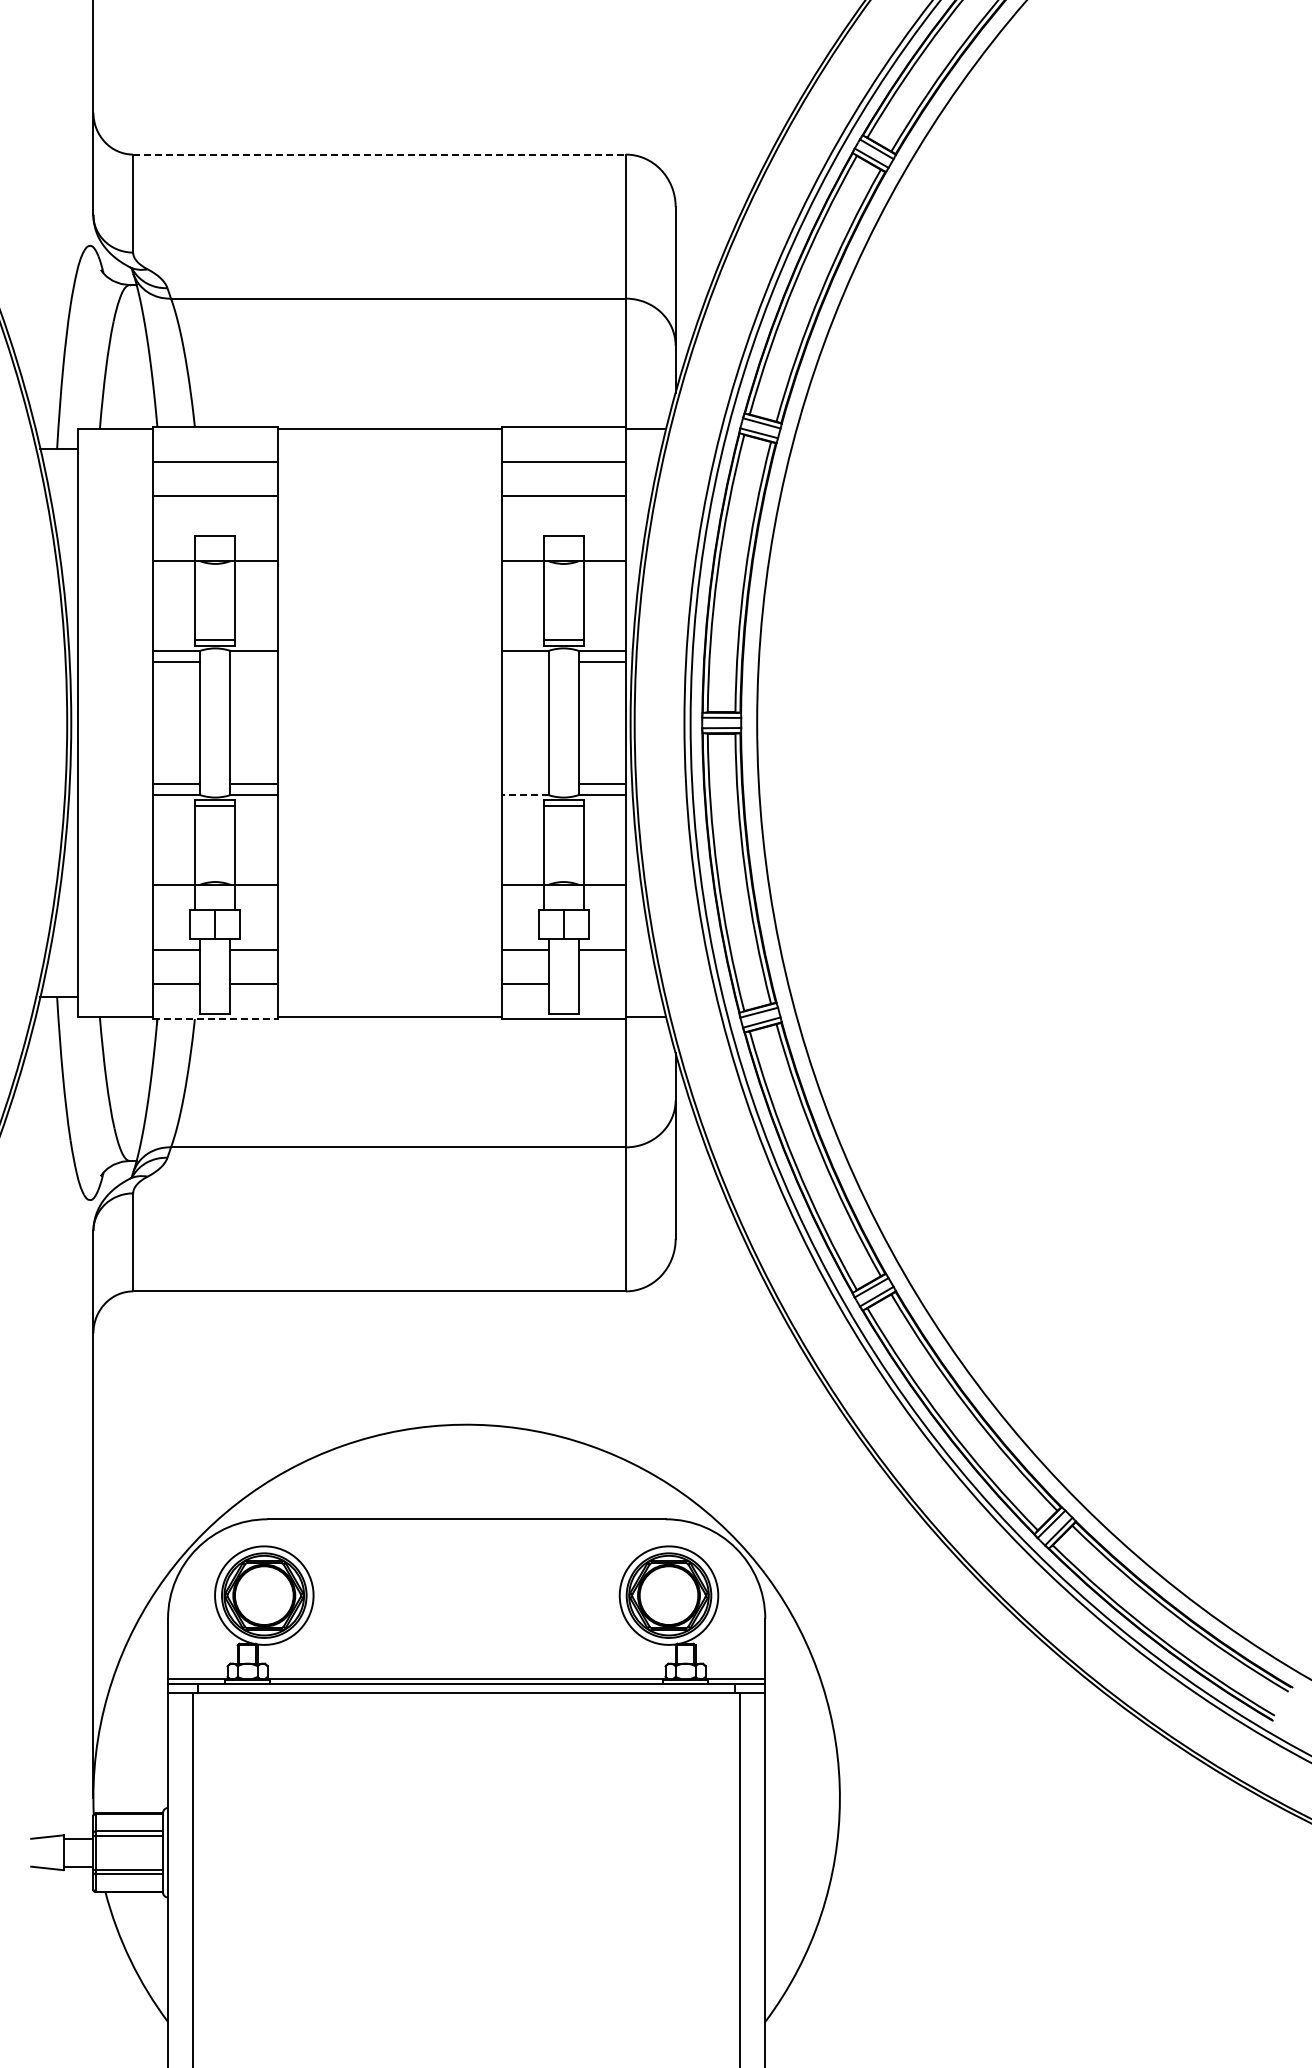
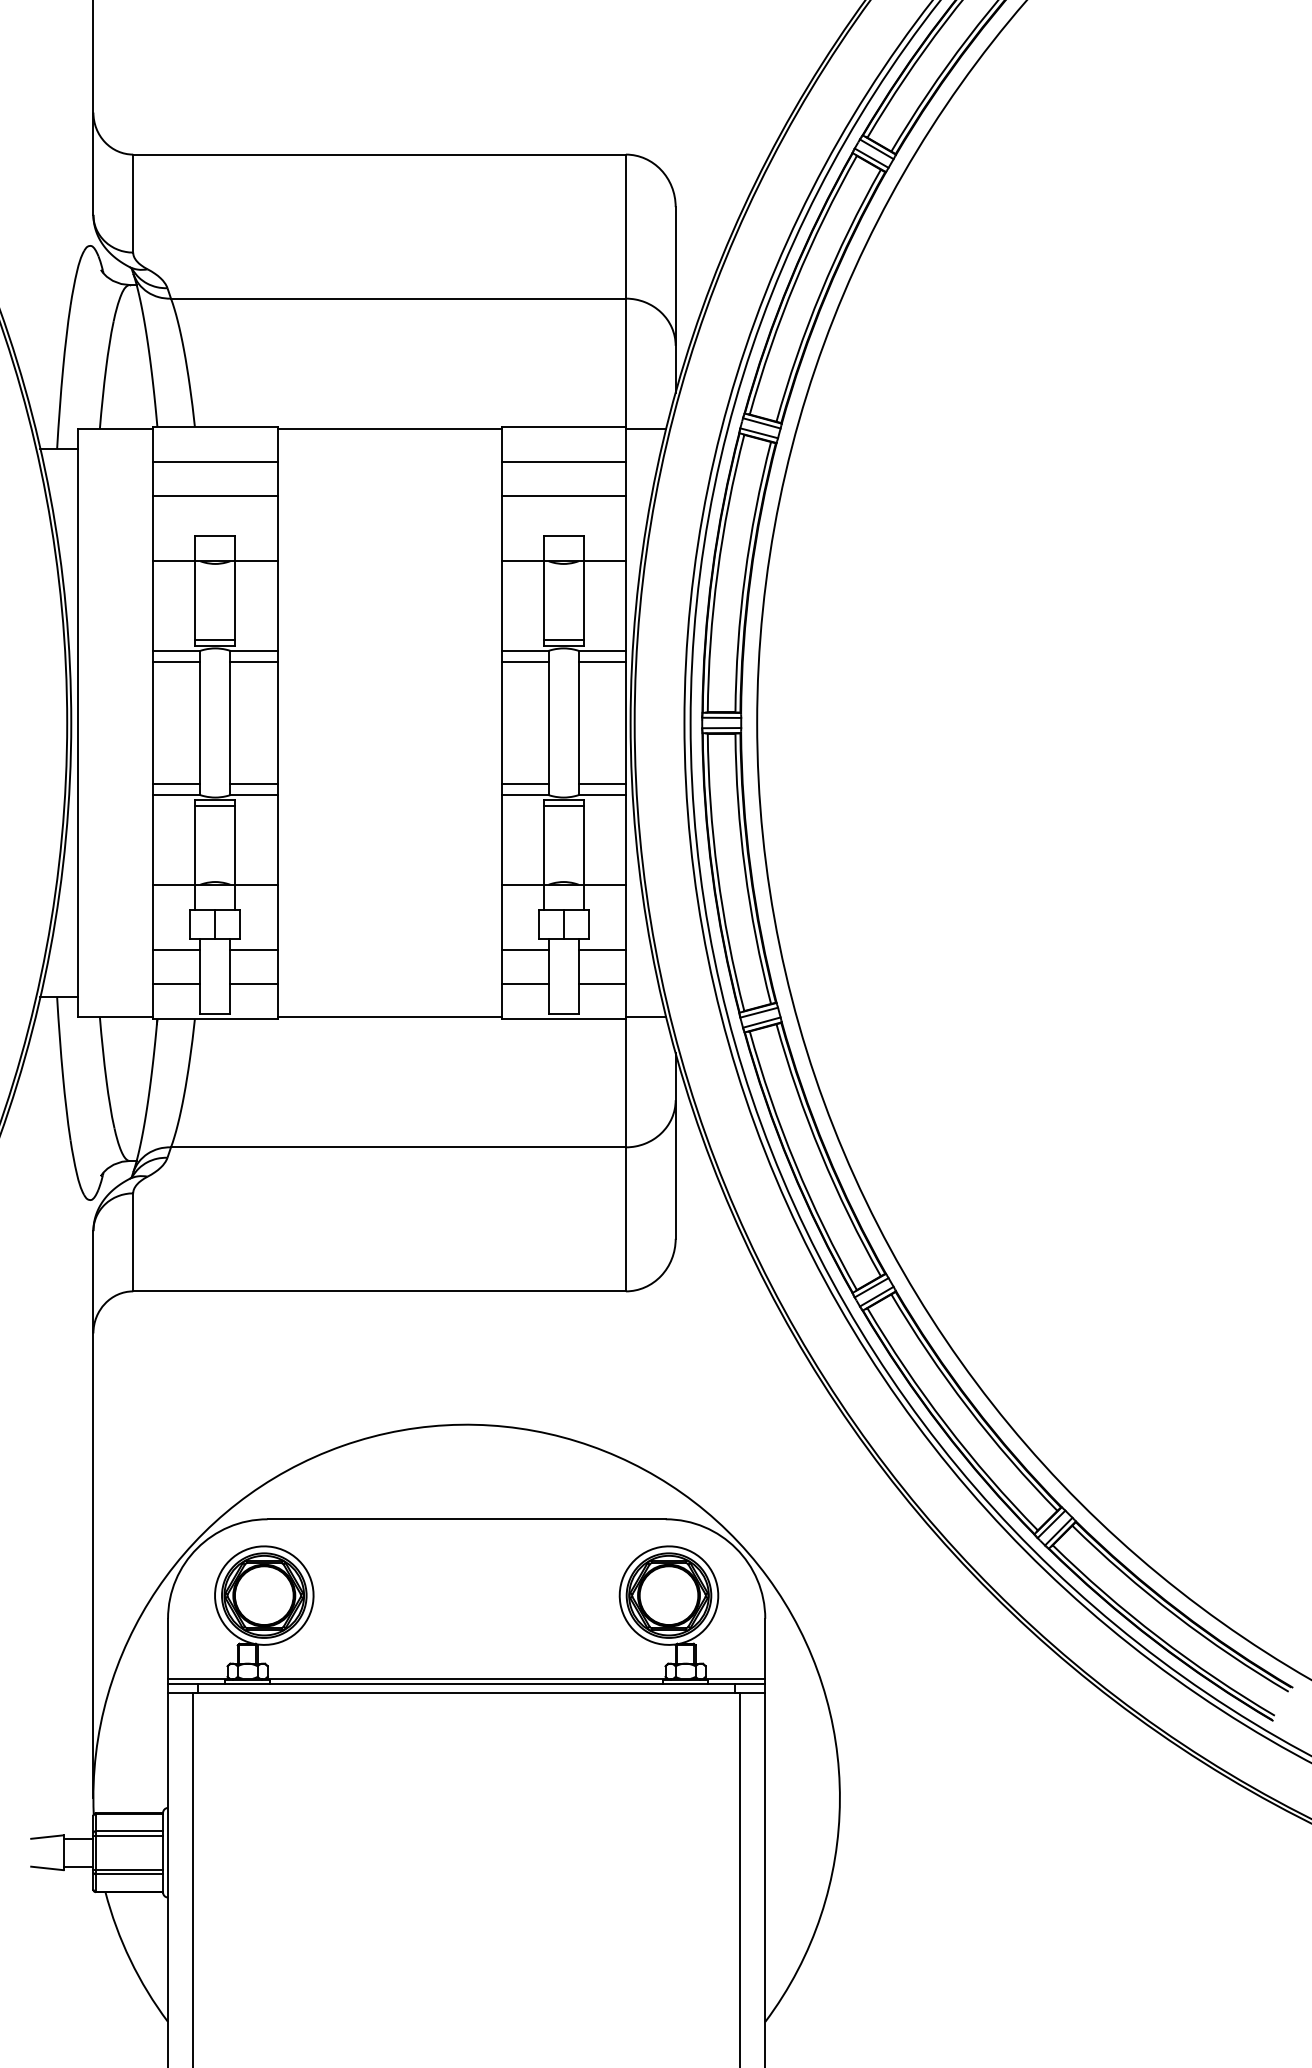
line at (380, 154): dashed -> solid
line at (253, 661): none -> present
line at (524, 661): none -> present
line at (524, 784): none -> present
line at (525, 795): dashed -> solid
line at (601, 983): none -> present
line at (215, 1019): dashed -> solid
